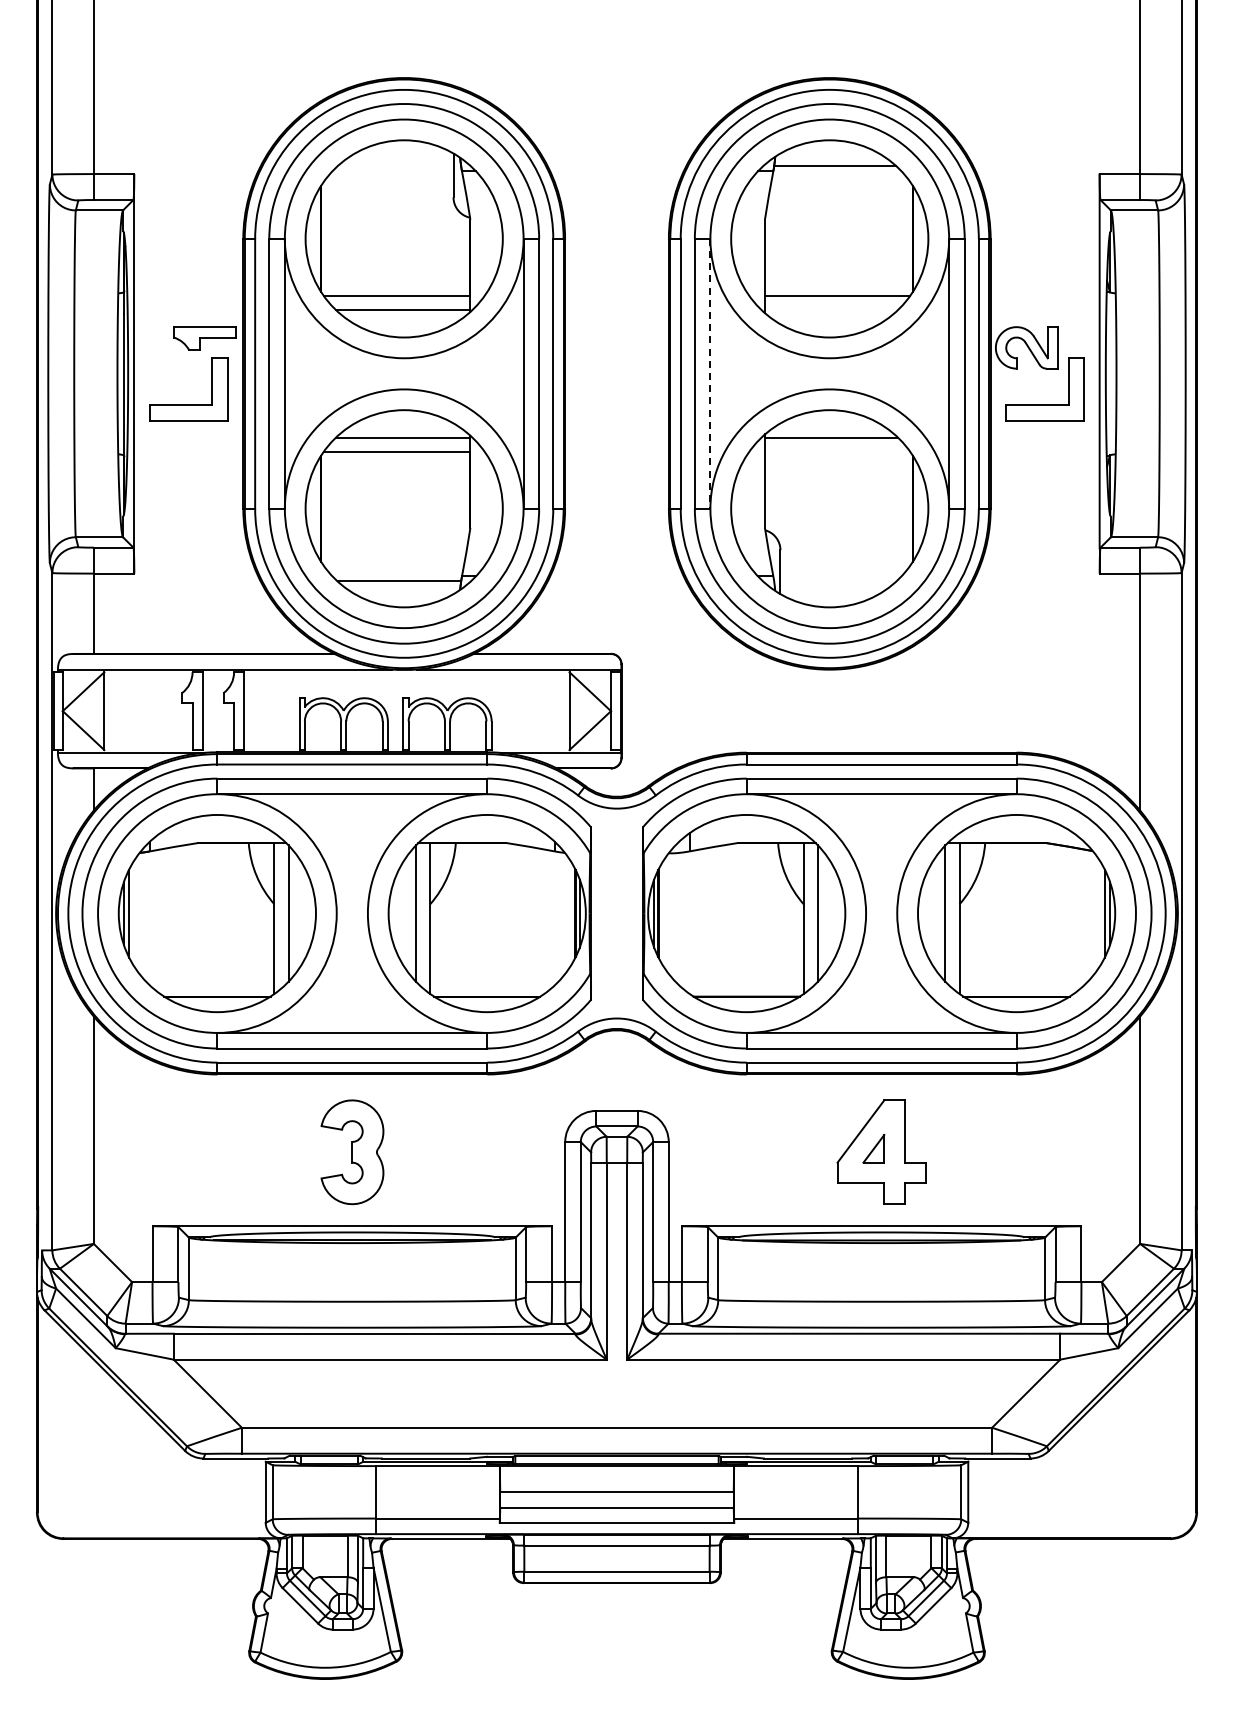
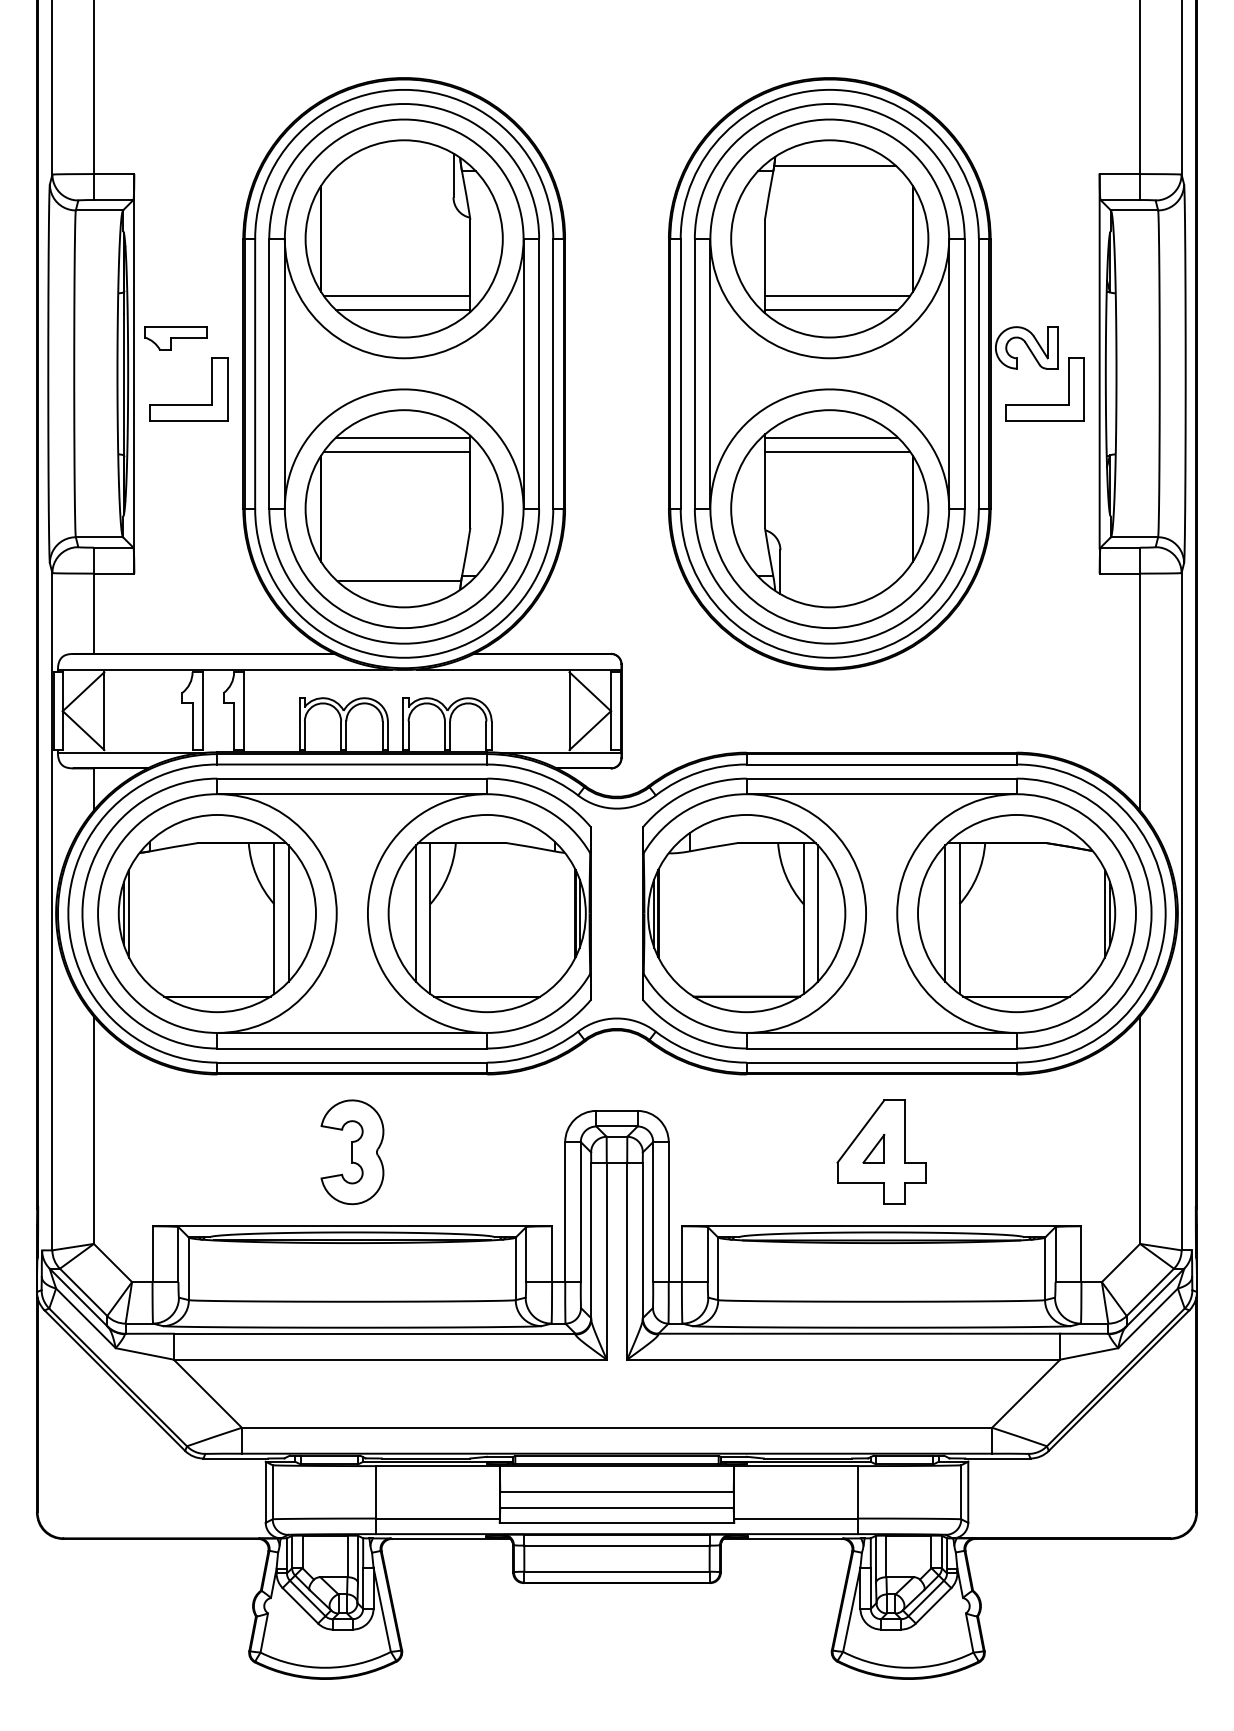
line at (831, 310): none -> present
part at (204, 338) position: (204, 338) -> (175, 338)
line at (710, 373): dashed -> solid
line at (837, 451): none -> present
